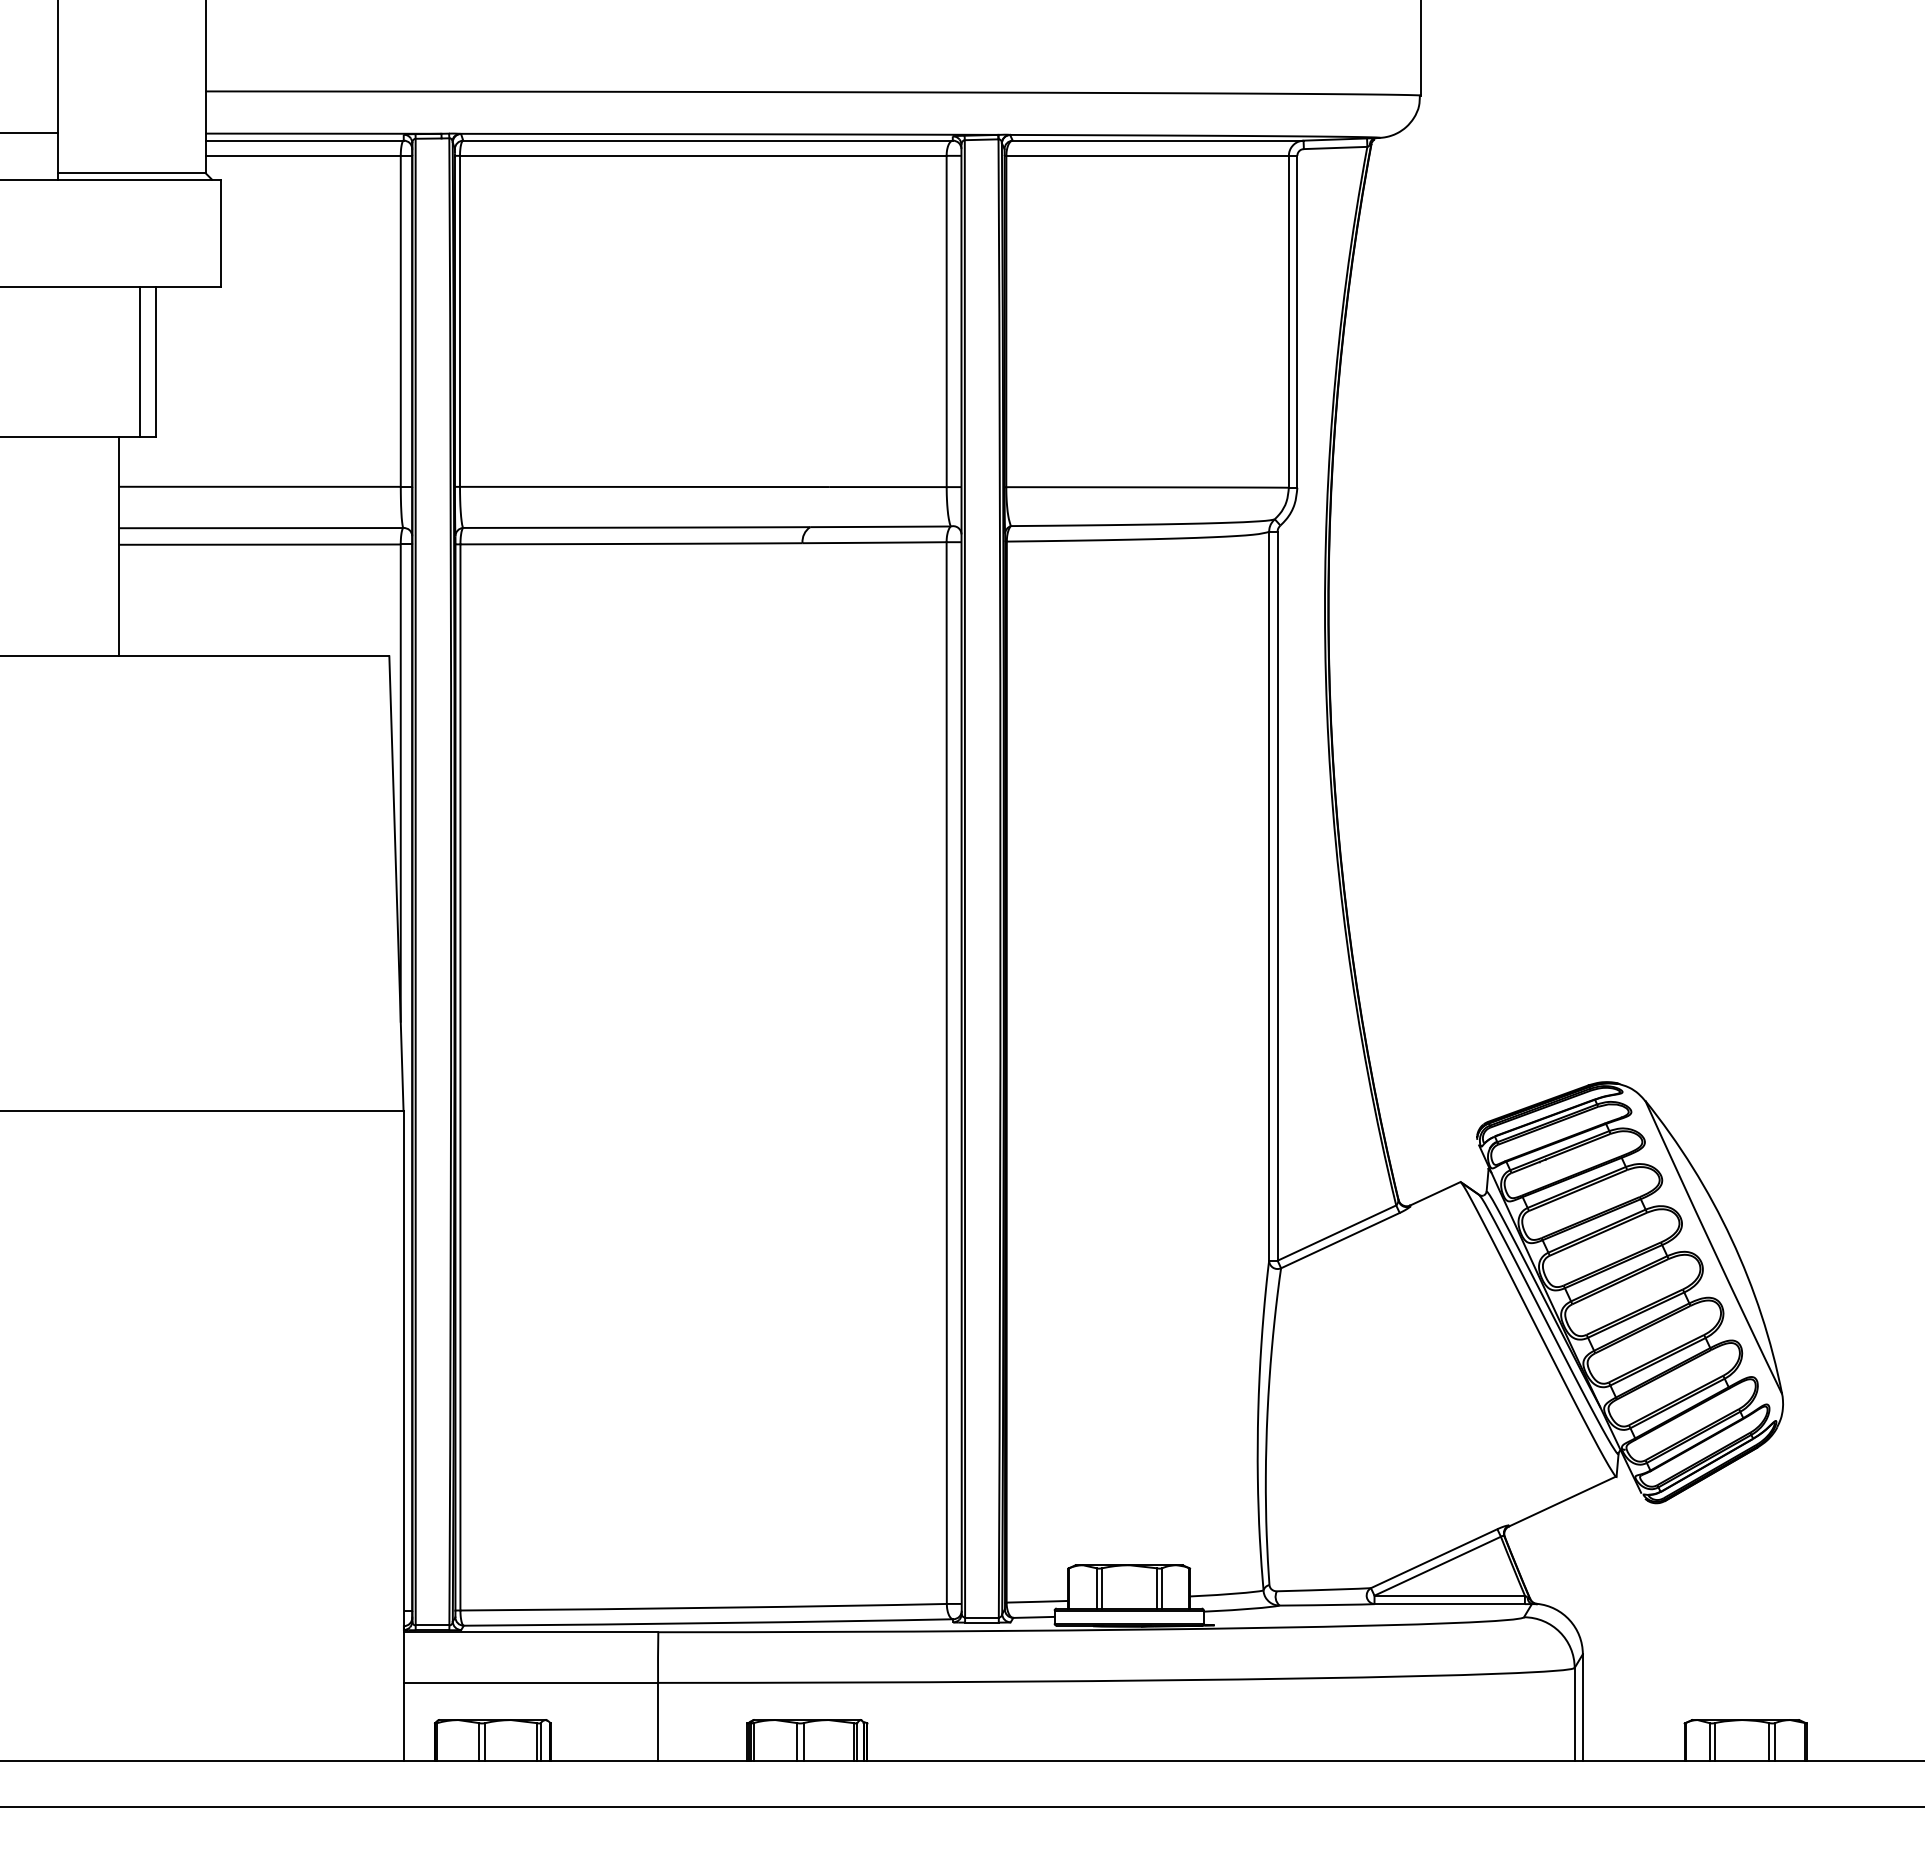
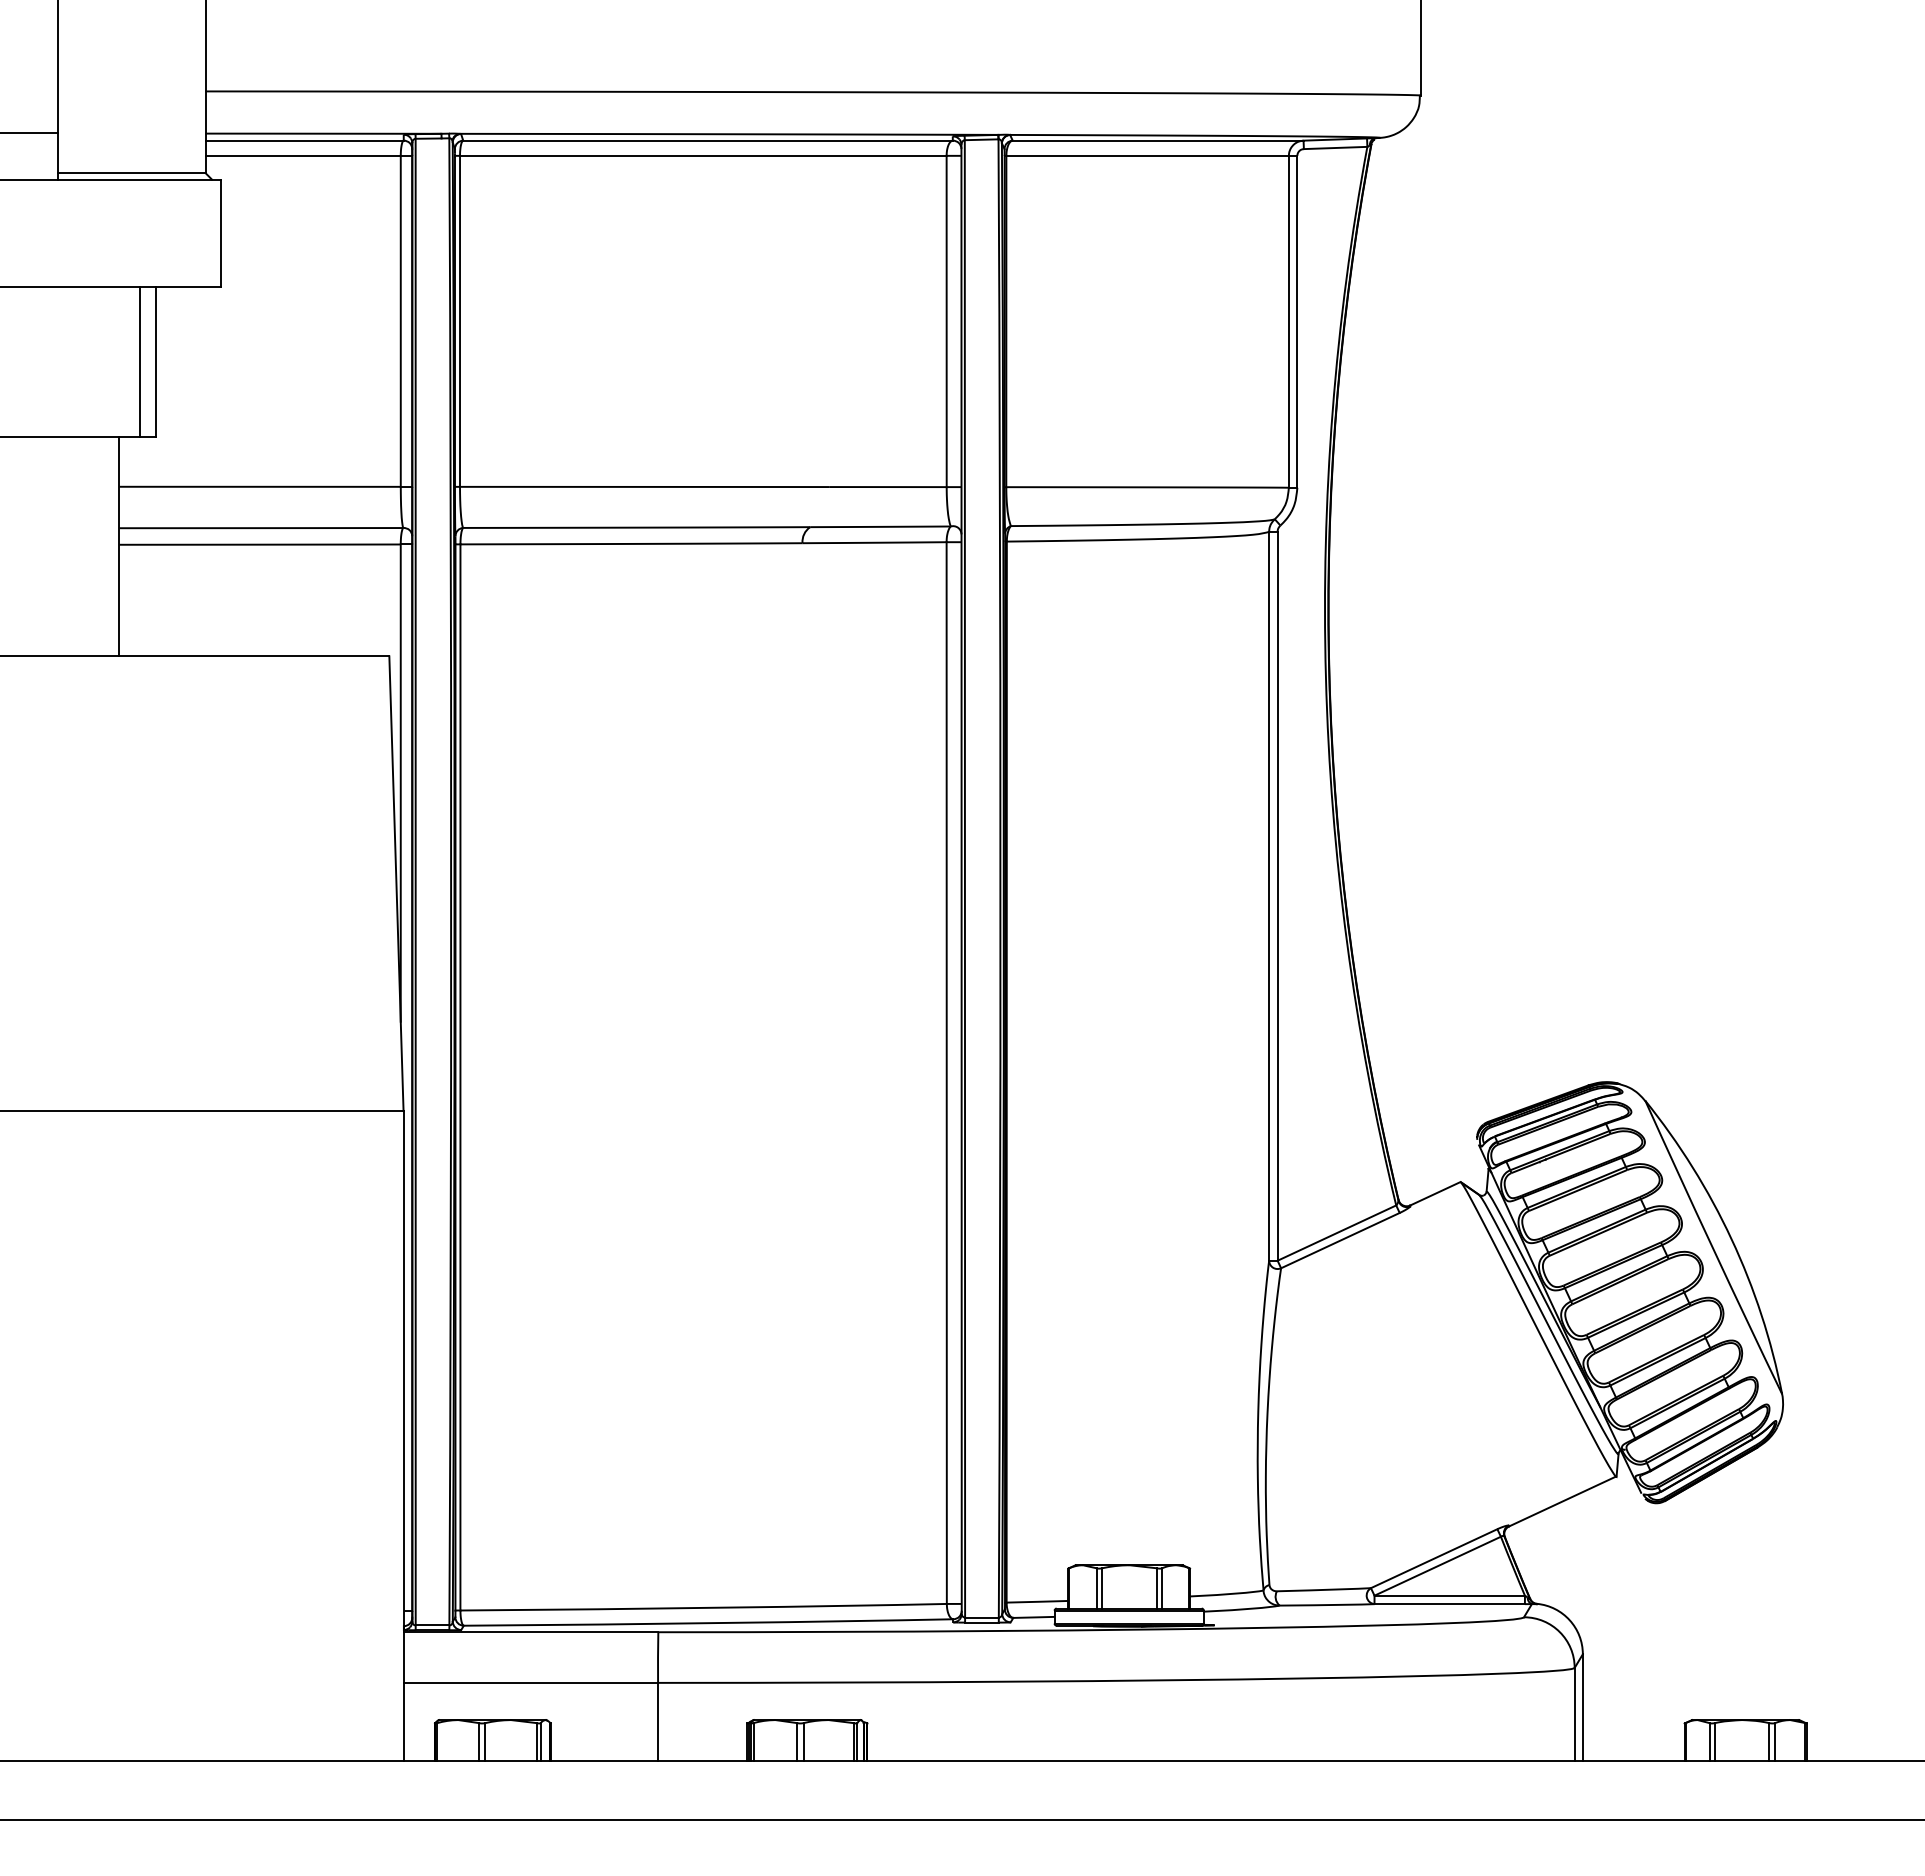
line at (961, 1806) position: (961, 1806) -> (961, 1819)
